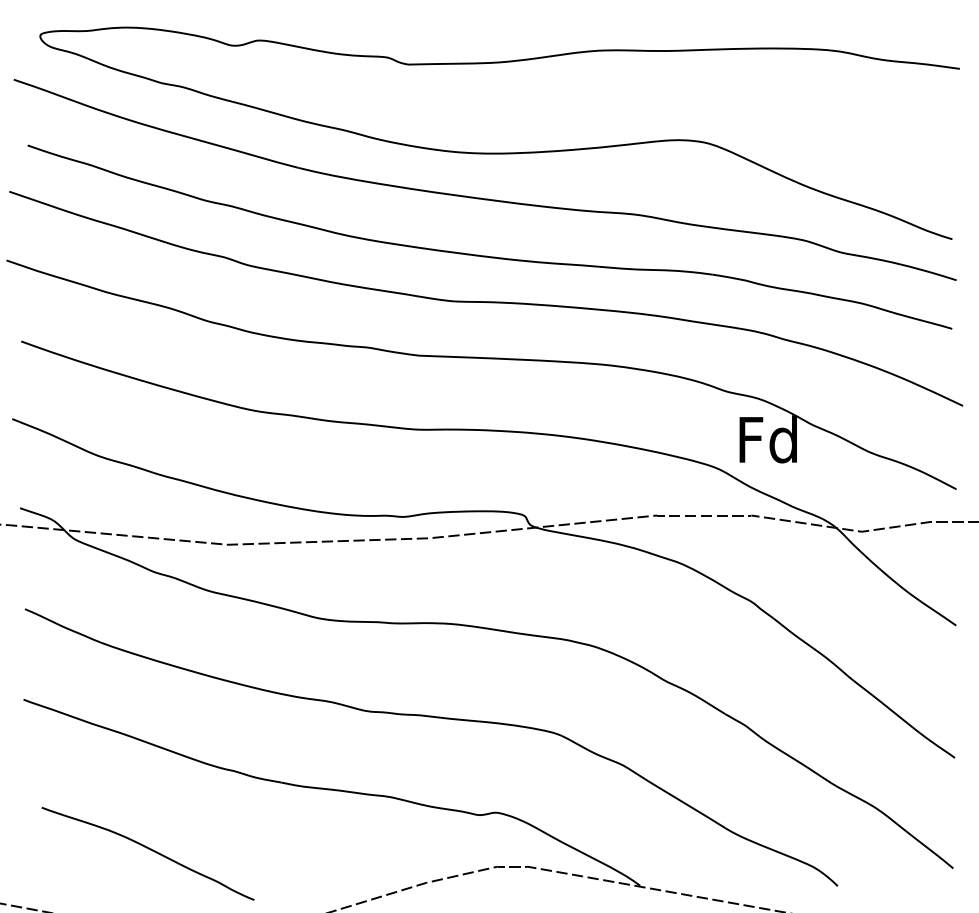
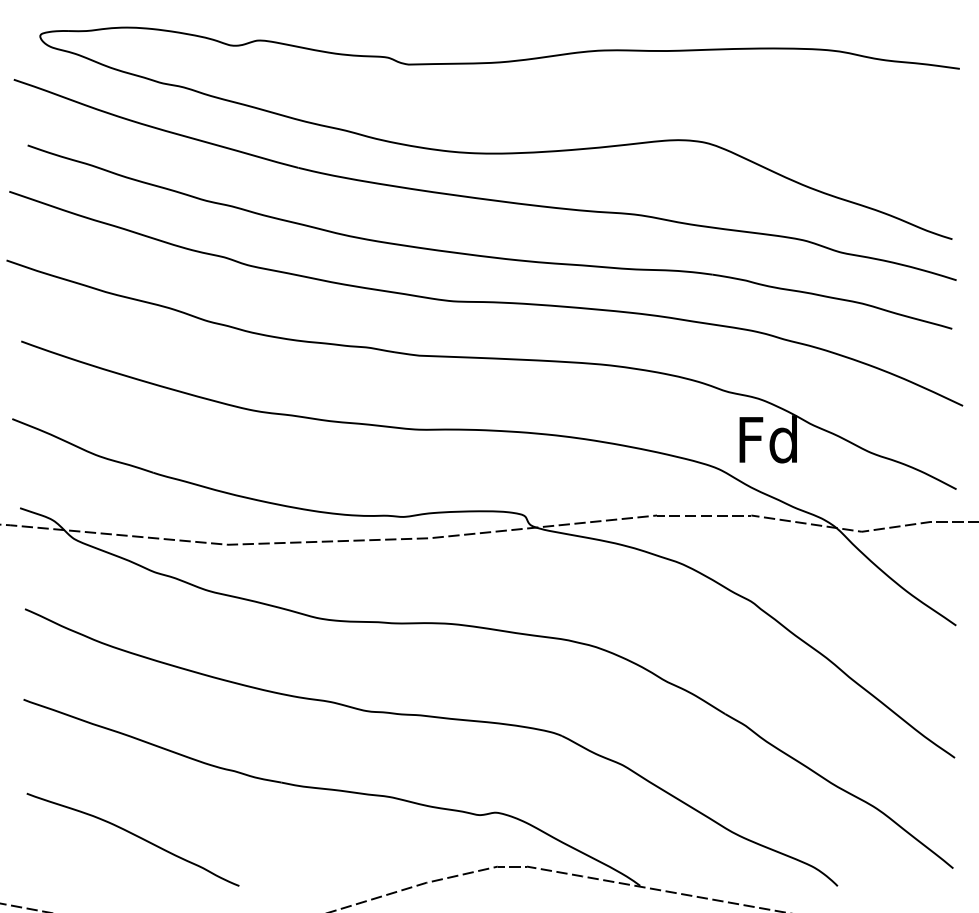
curve at (148, 849) position: (148, 849) -> (133, 835)
